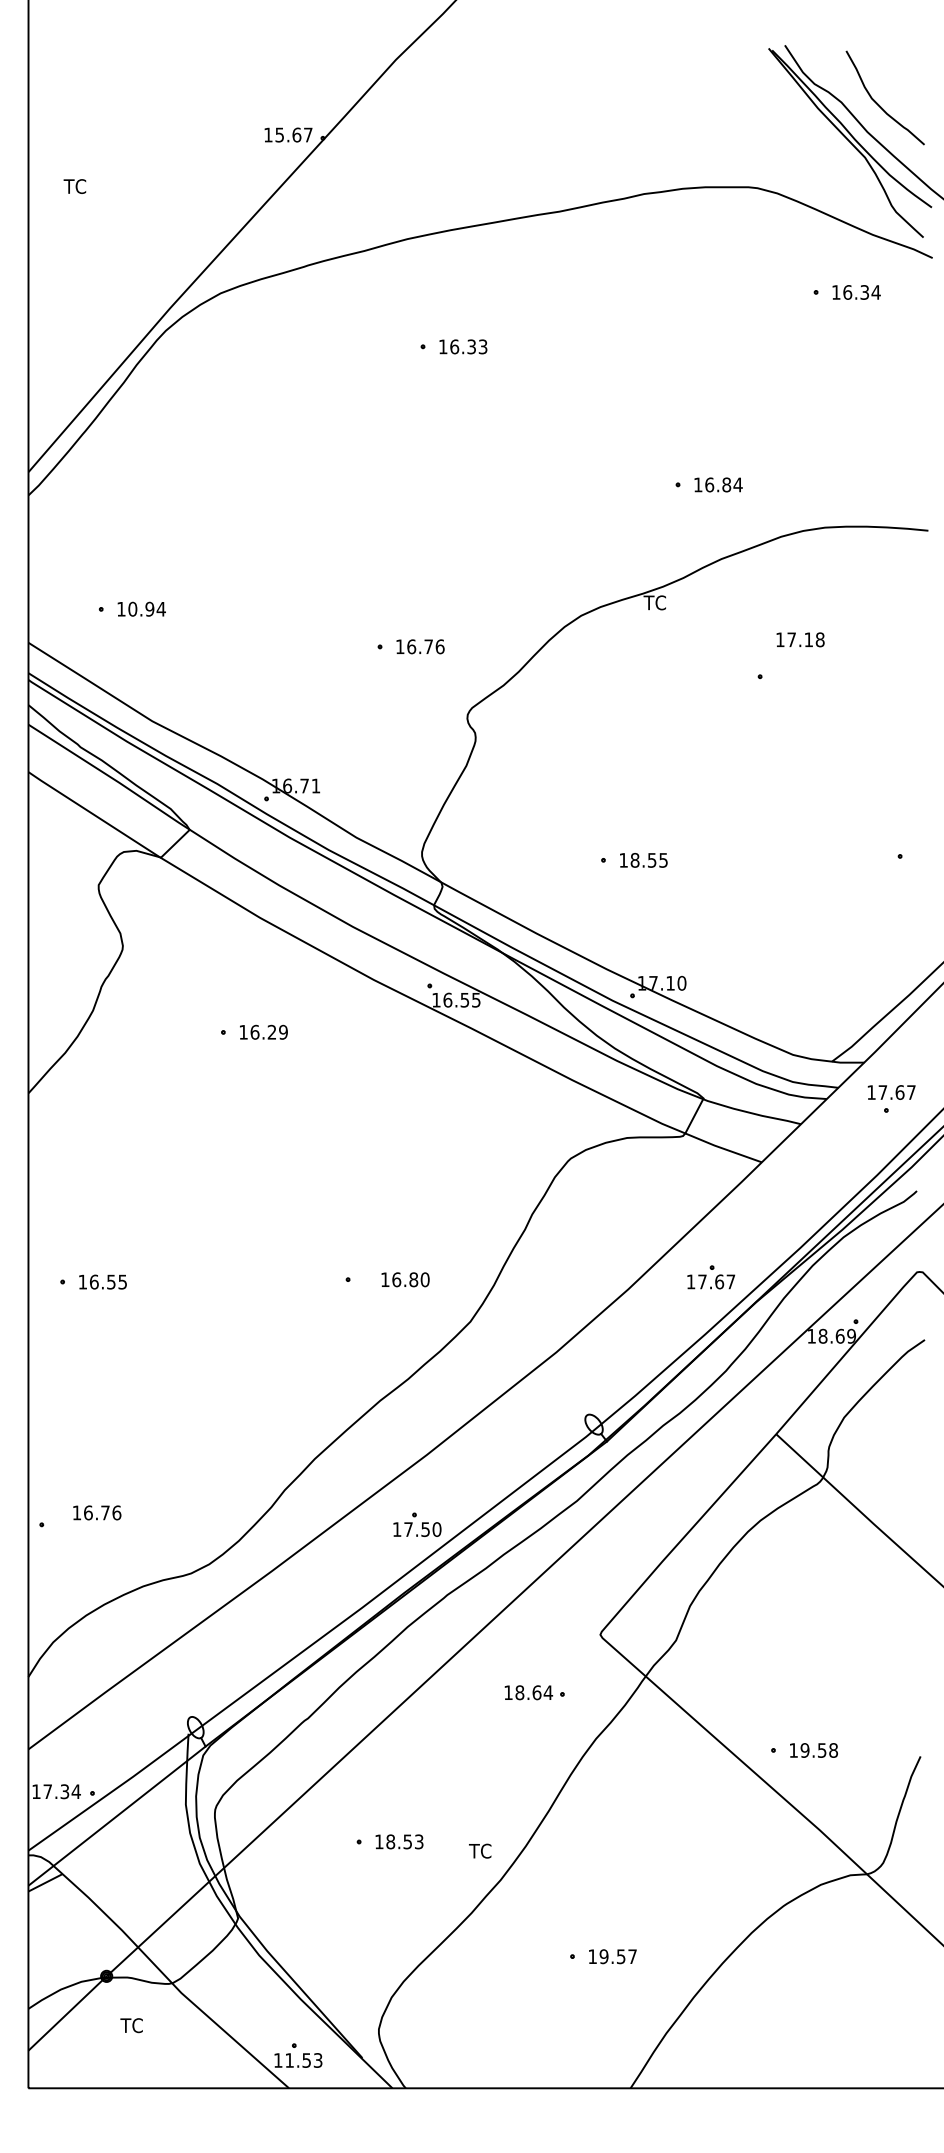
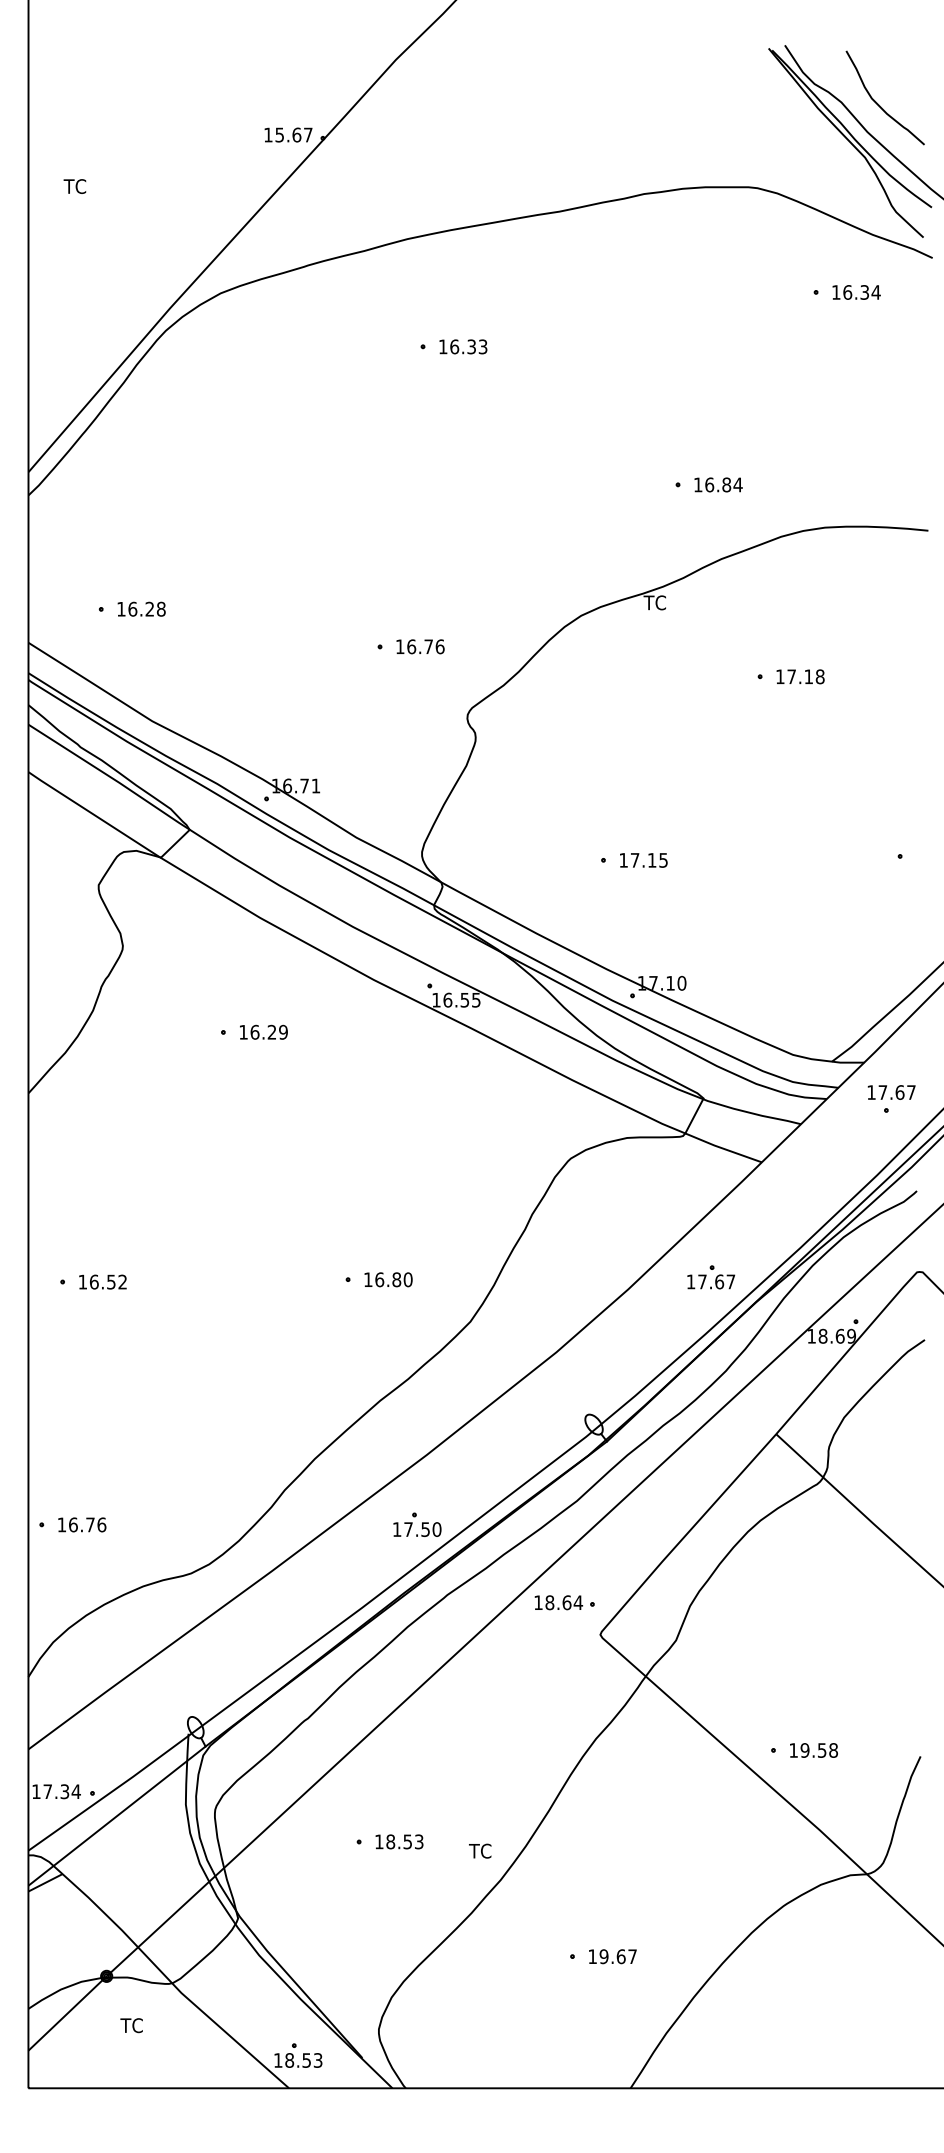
text at (146, 608): 10.94 -> 16.28
text at (800, 639) position: (800, 639) -> (800, 676)
text at (643, 860): 18.55 -> 17.15
text at (405, 1279) position: (405, 1279) -> (388, 1279)
text at (122, 1281): 16.55 -> 16.52
text at (97, 1512) position: (97, 1512) -> (82, 1524)
part at (534, 1692) position: (534, 1692) -> (564, 1602)
text at (620, 1956): 19.57 -> 19.67
text at (289, 2060): 11.53 -> 18.53
